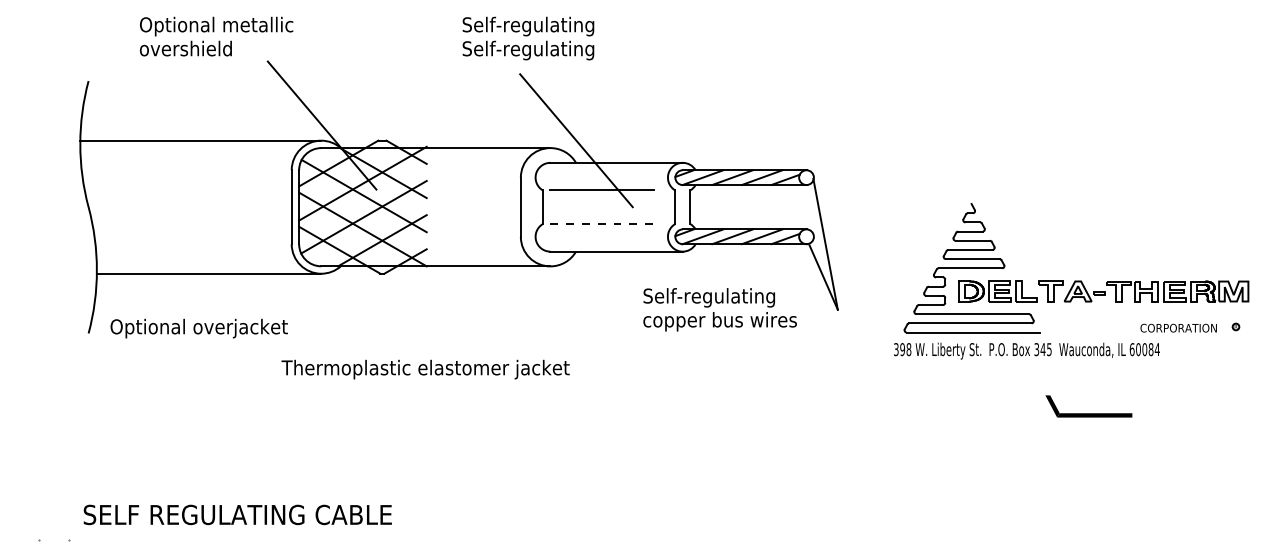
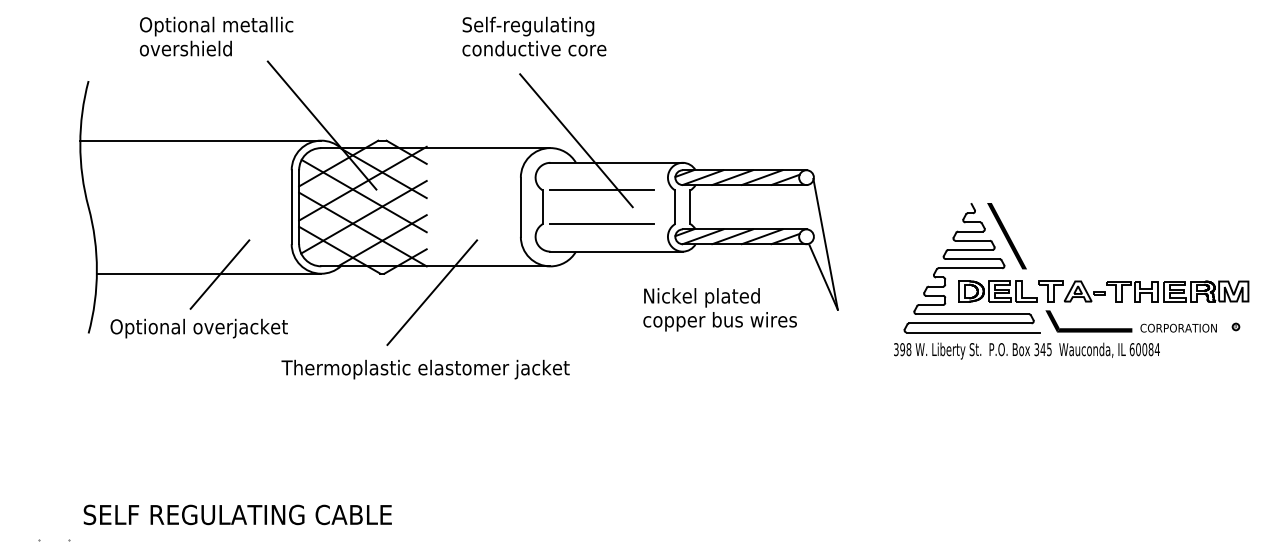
text at (534, 50): Self-regulating -> conductive core
line at (602, 223): dashed -> solid
part at (1006, 236): none -> present
line at (219, 274): none -> present
line at (432, 292): none -> present
text at (709, 297): Self-regulating -> Nickel plated
part at (1088, 413) position: (1088, 413) -> (1088, 328)
